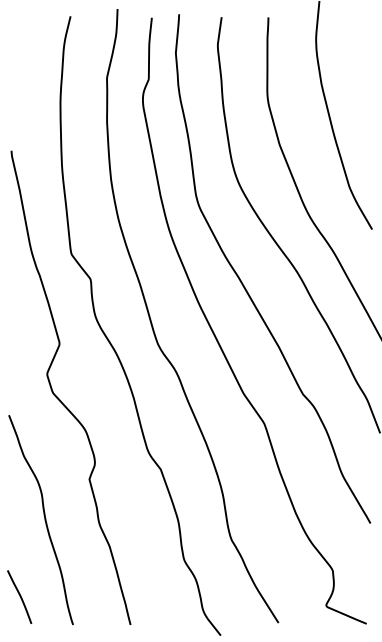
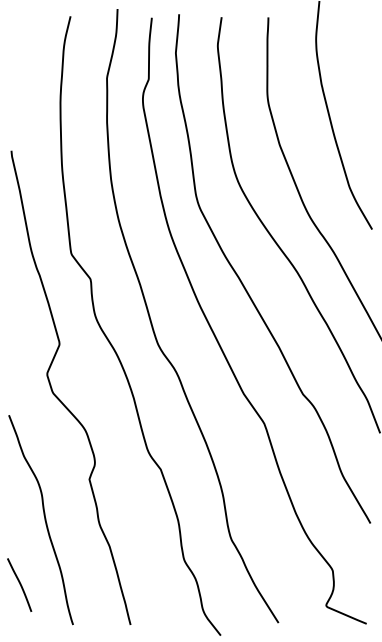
curve at (19, 596) position: (19, 596) -> (19, 584)
